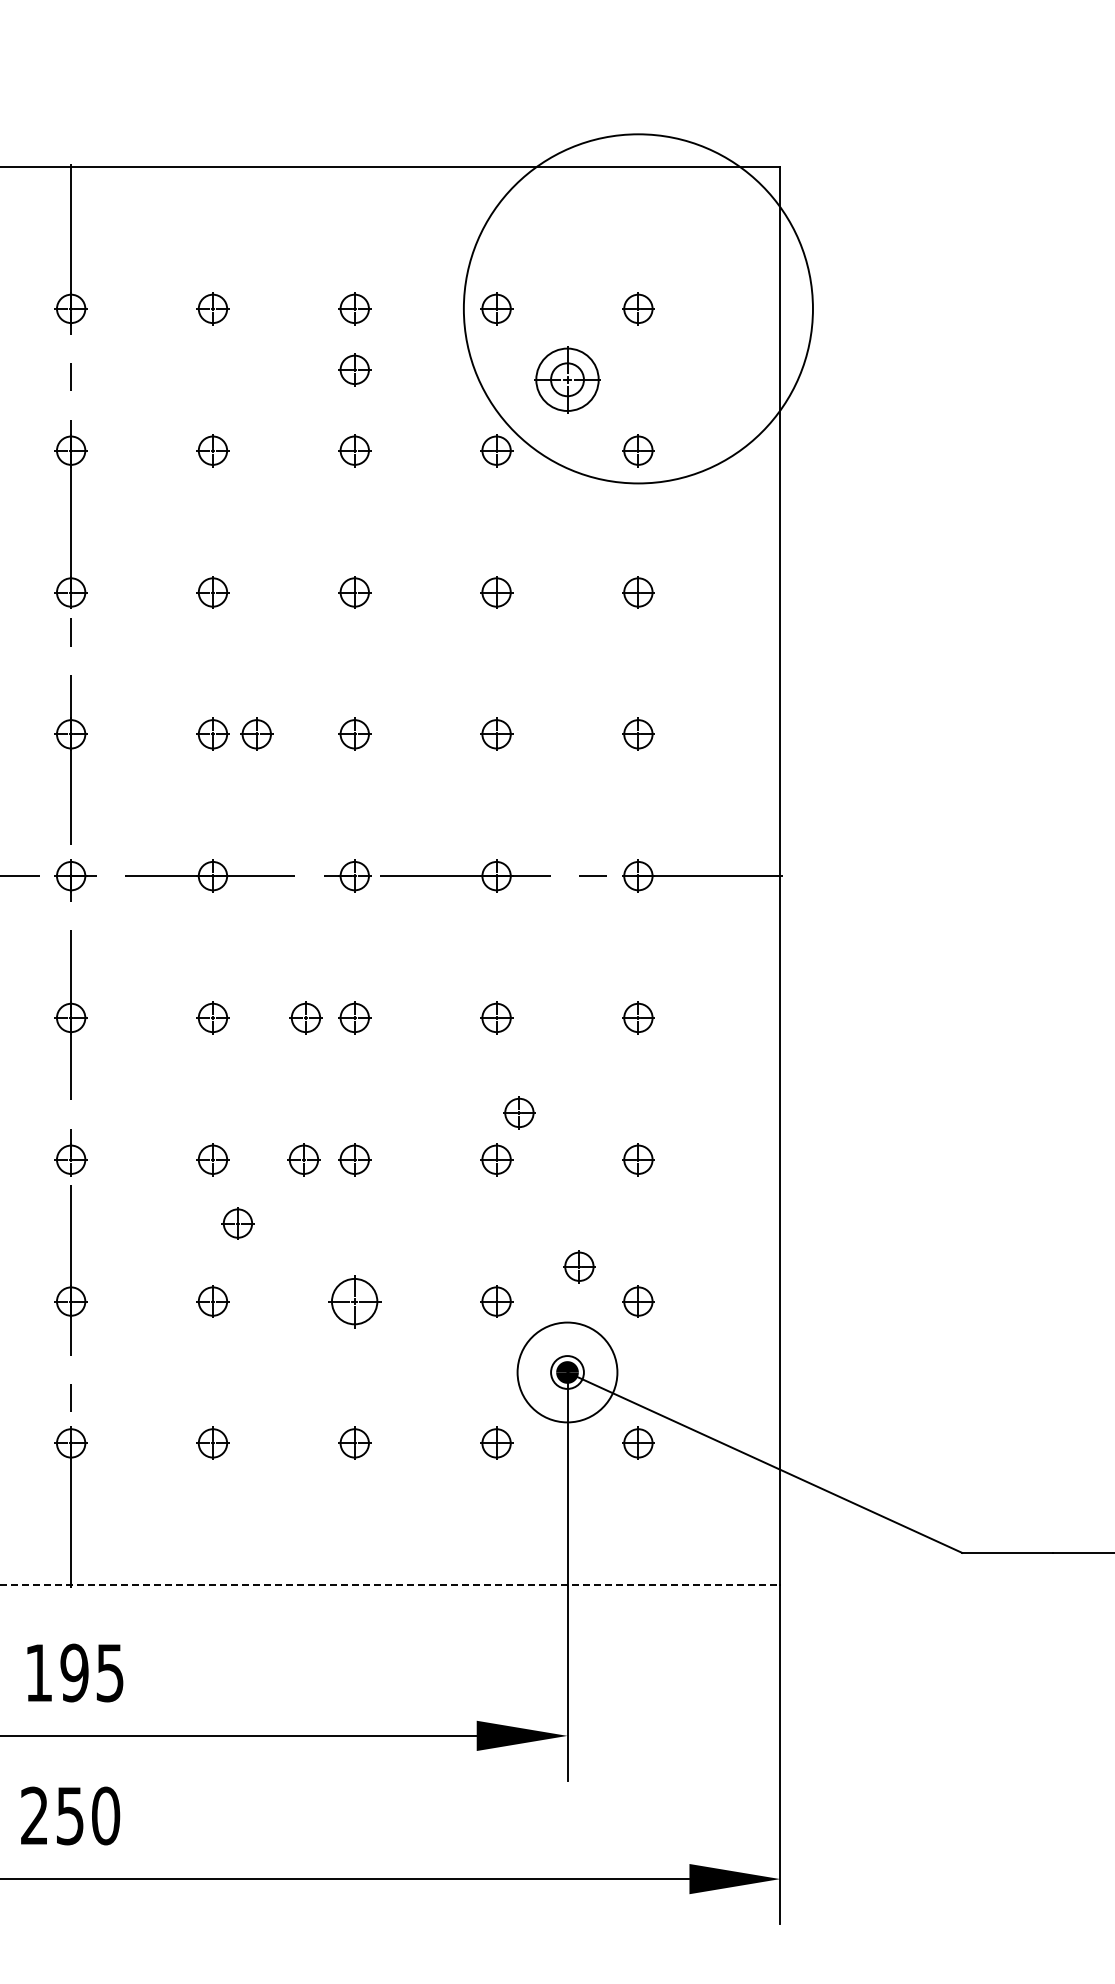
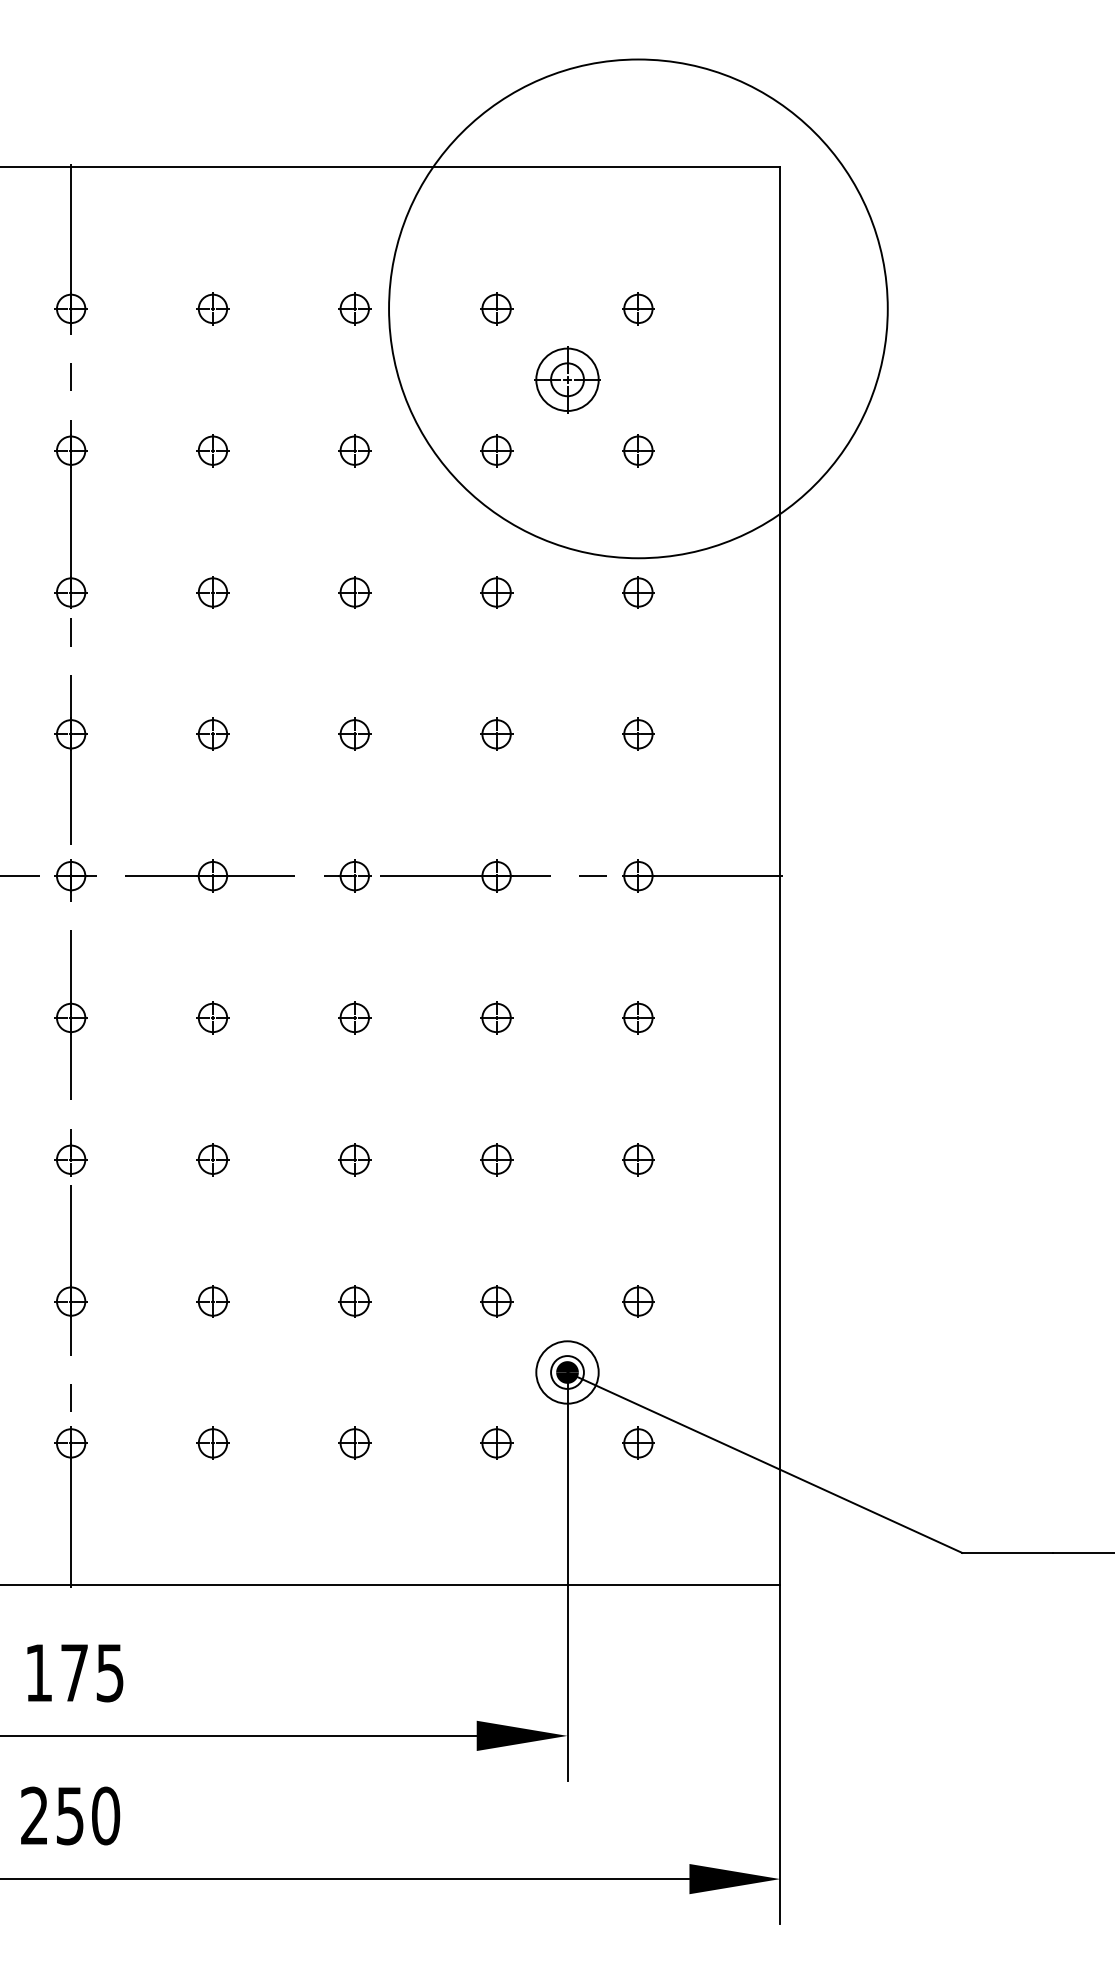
circle at (637, 308) diameter: 349 px -> 499 px
part at (354, 369): present -> none
part at (256, 733): present -> none
part at (305, 1017): present -> none
part at (519, 1112): present -> none
part at (303, 1159): present -> none
part at (237, 1223): present -> none
part at (579, 1266): present -> none
part at (354, 1301) size: 54x54 px -> 34x33 px
circle at (567, 1372) diameter: 100 px -> 62 px
line at (390, 1585): dashed -> solid
text at (74, 1672): 195 -> 175
